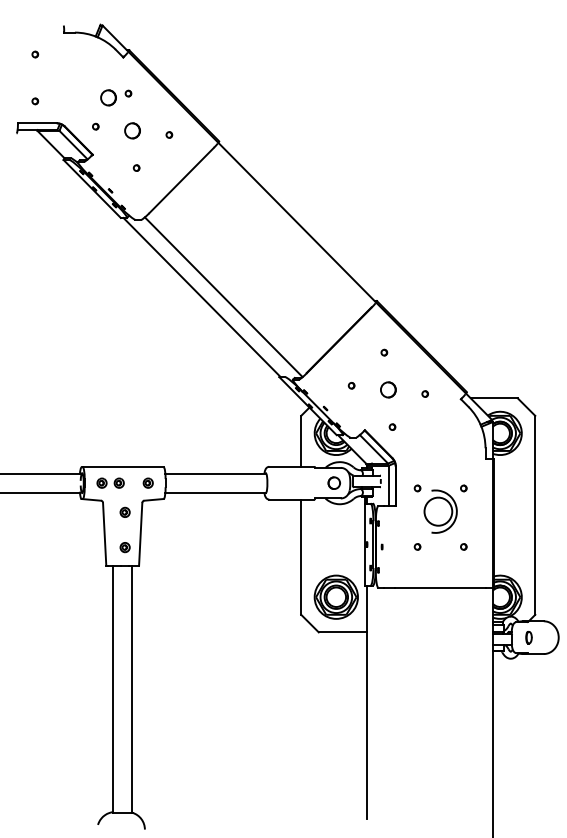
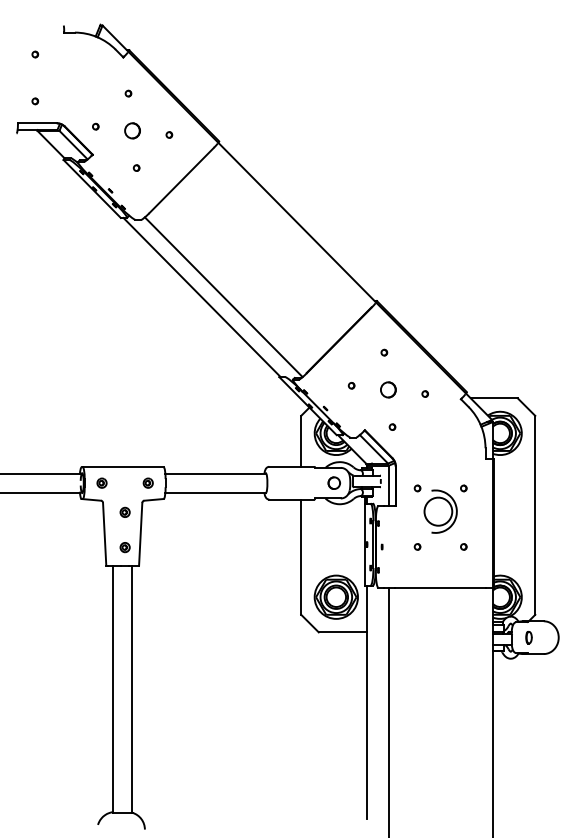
part at (108, 97): present -> none
part at (118, 482): present -> none
line at (388, 710): none -> present
